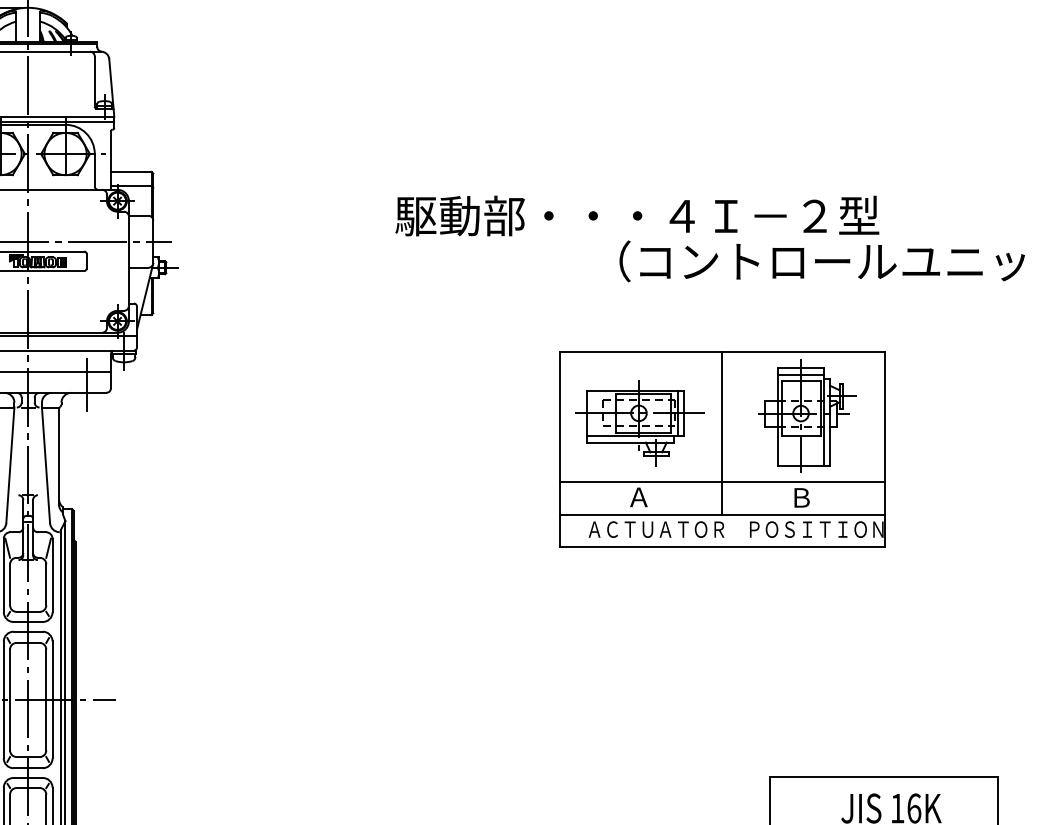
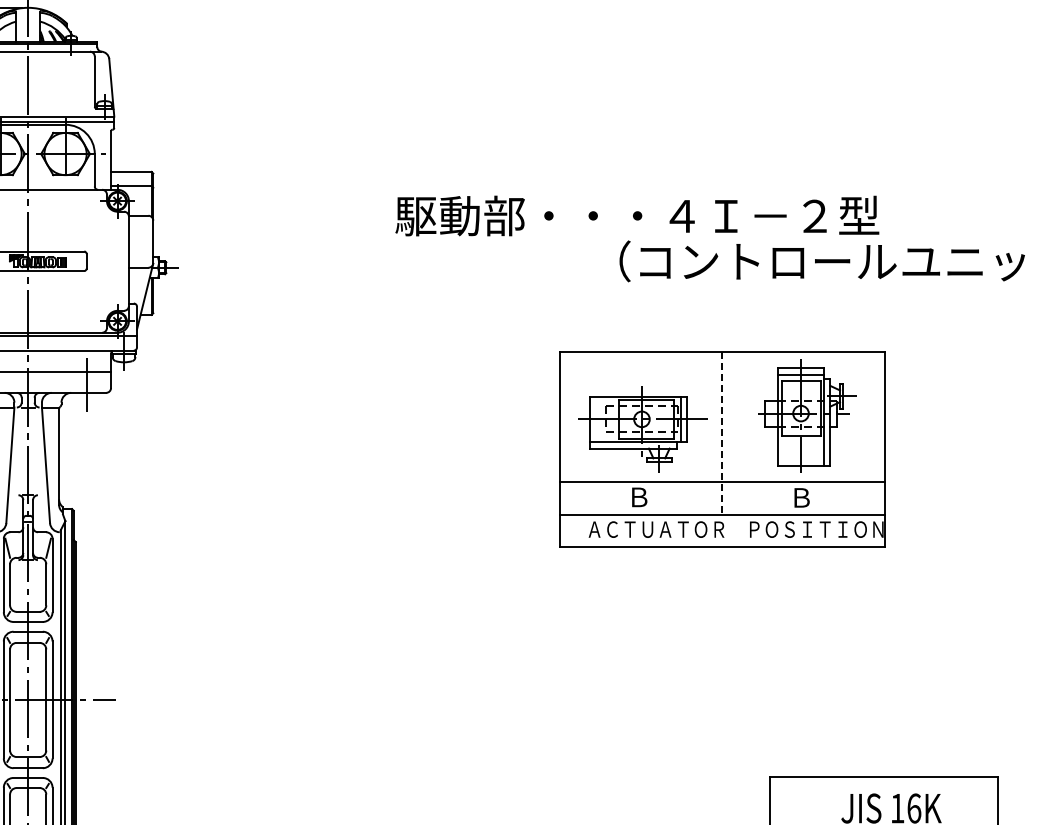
line at (86, 241): present -> none
part at (639, 423) position: (639, 423) -> (642, 429)
line at (722, 434): solid -> dashed
text at (638, 497): Ａ -> Ｂ
